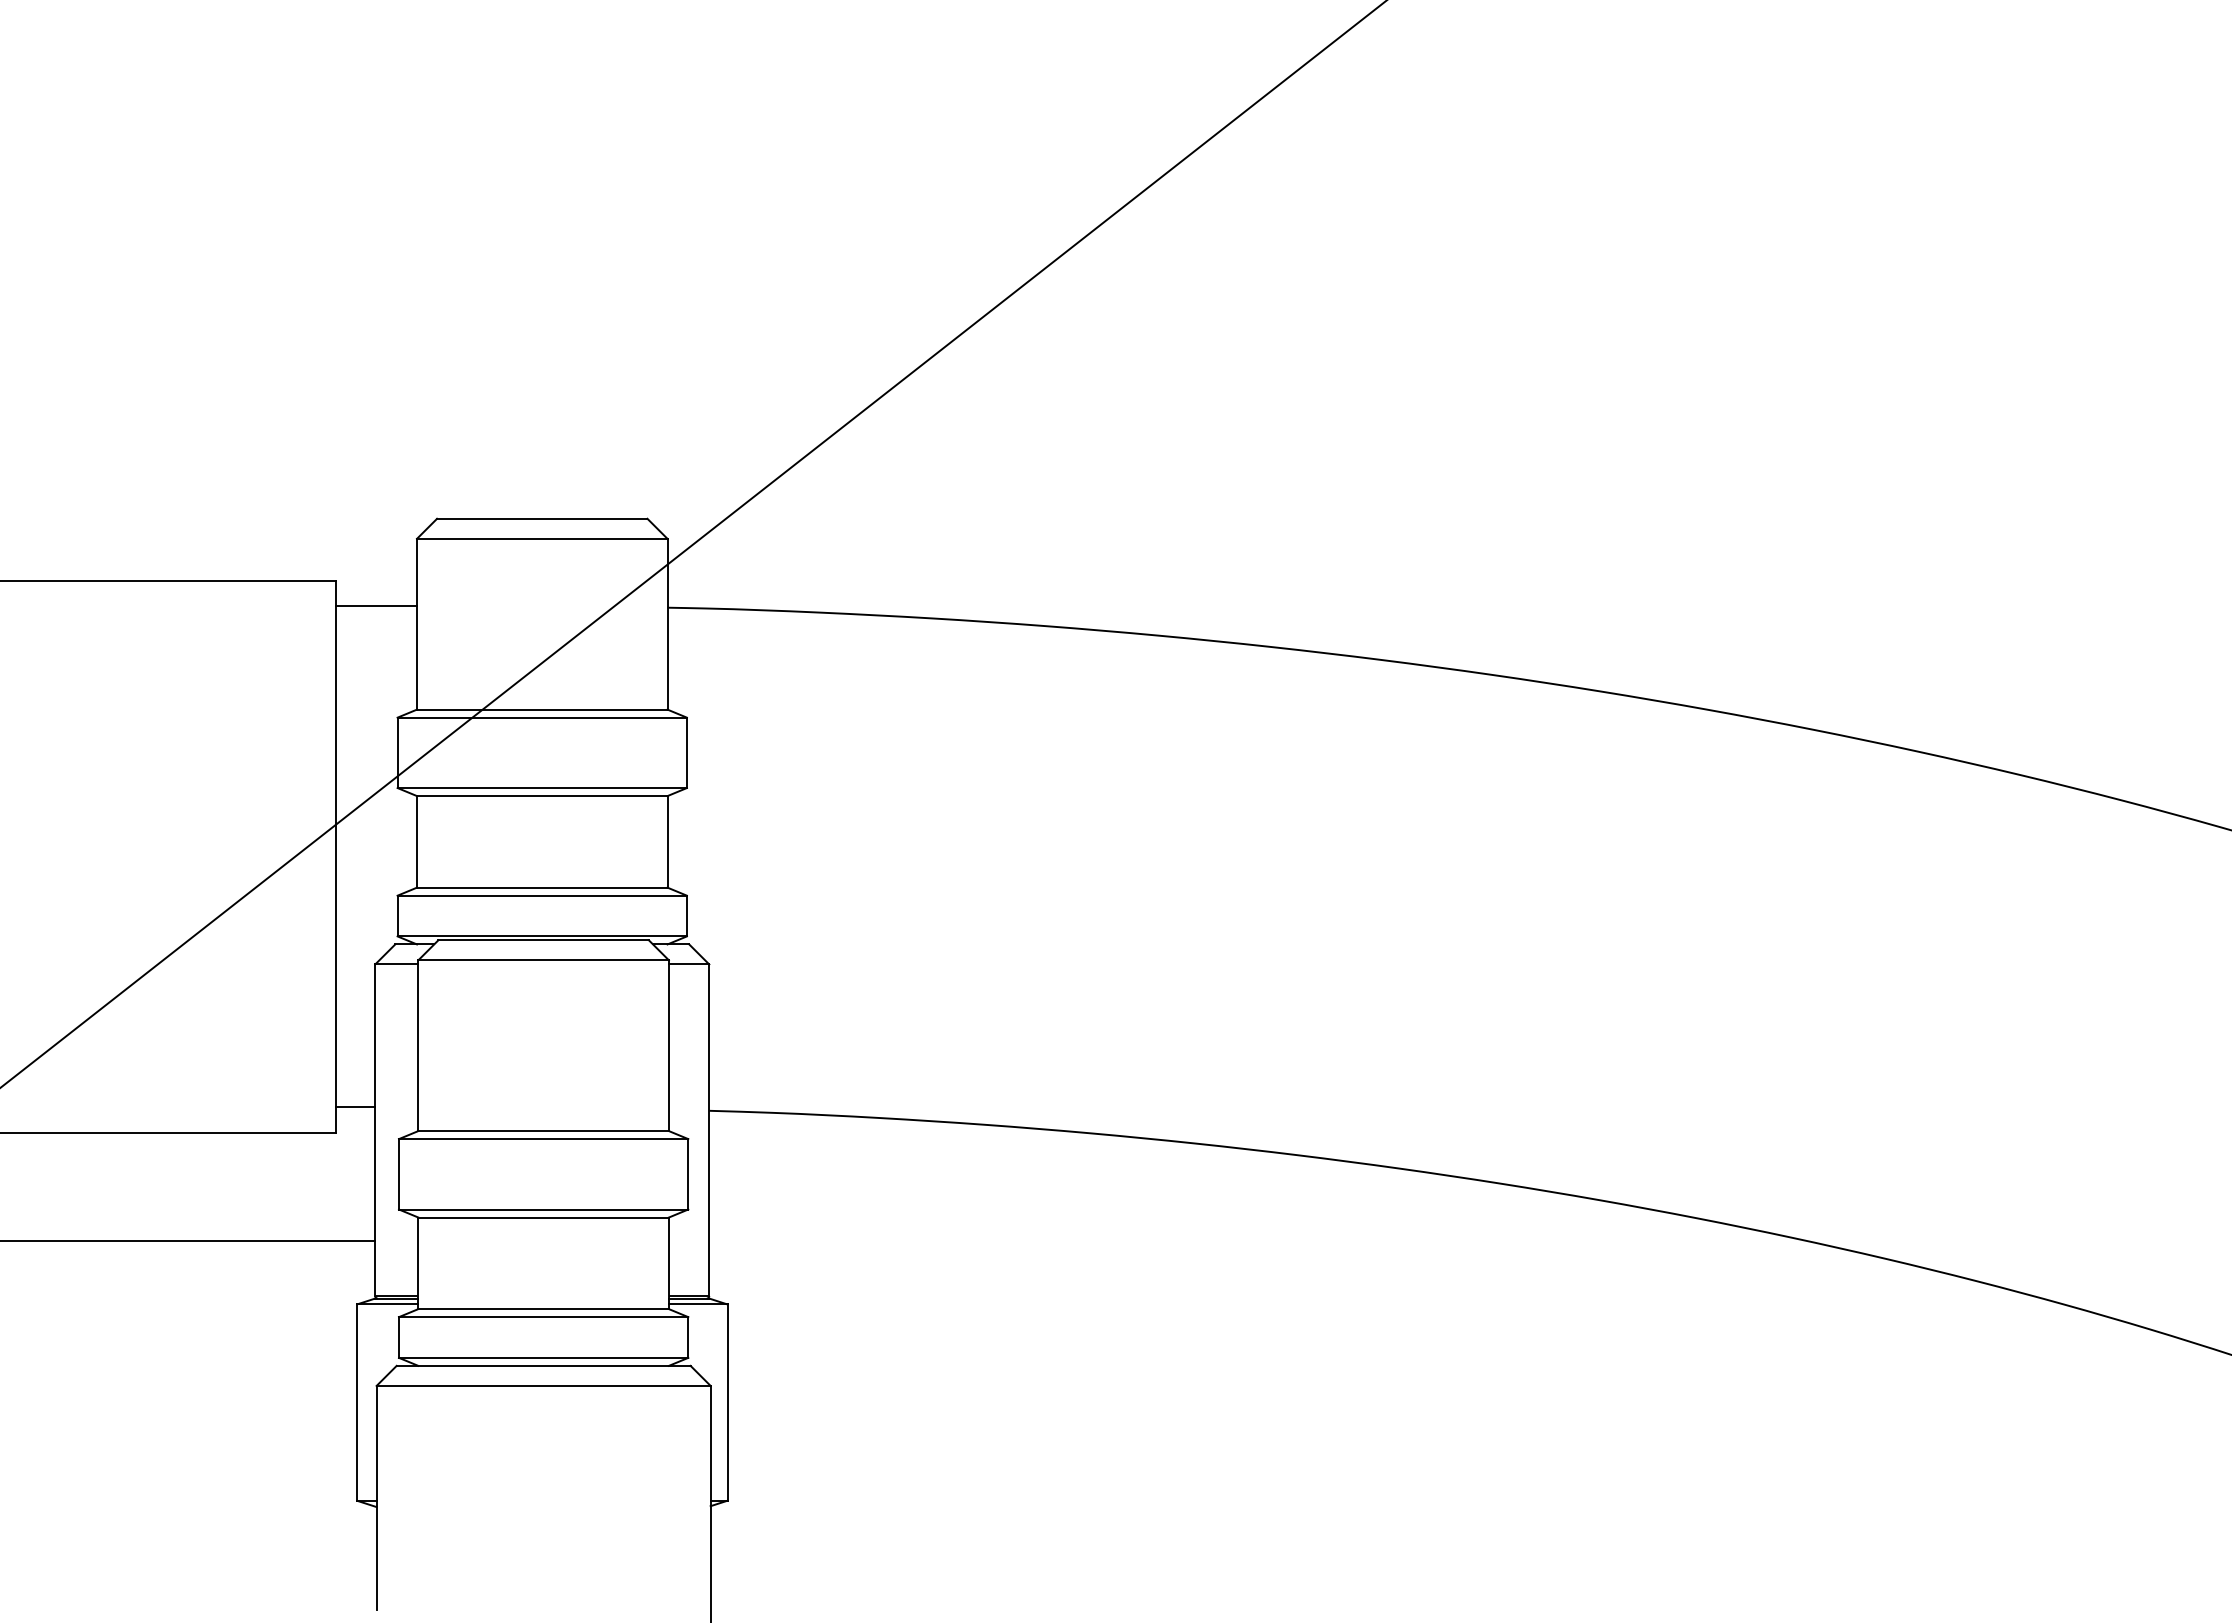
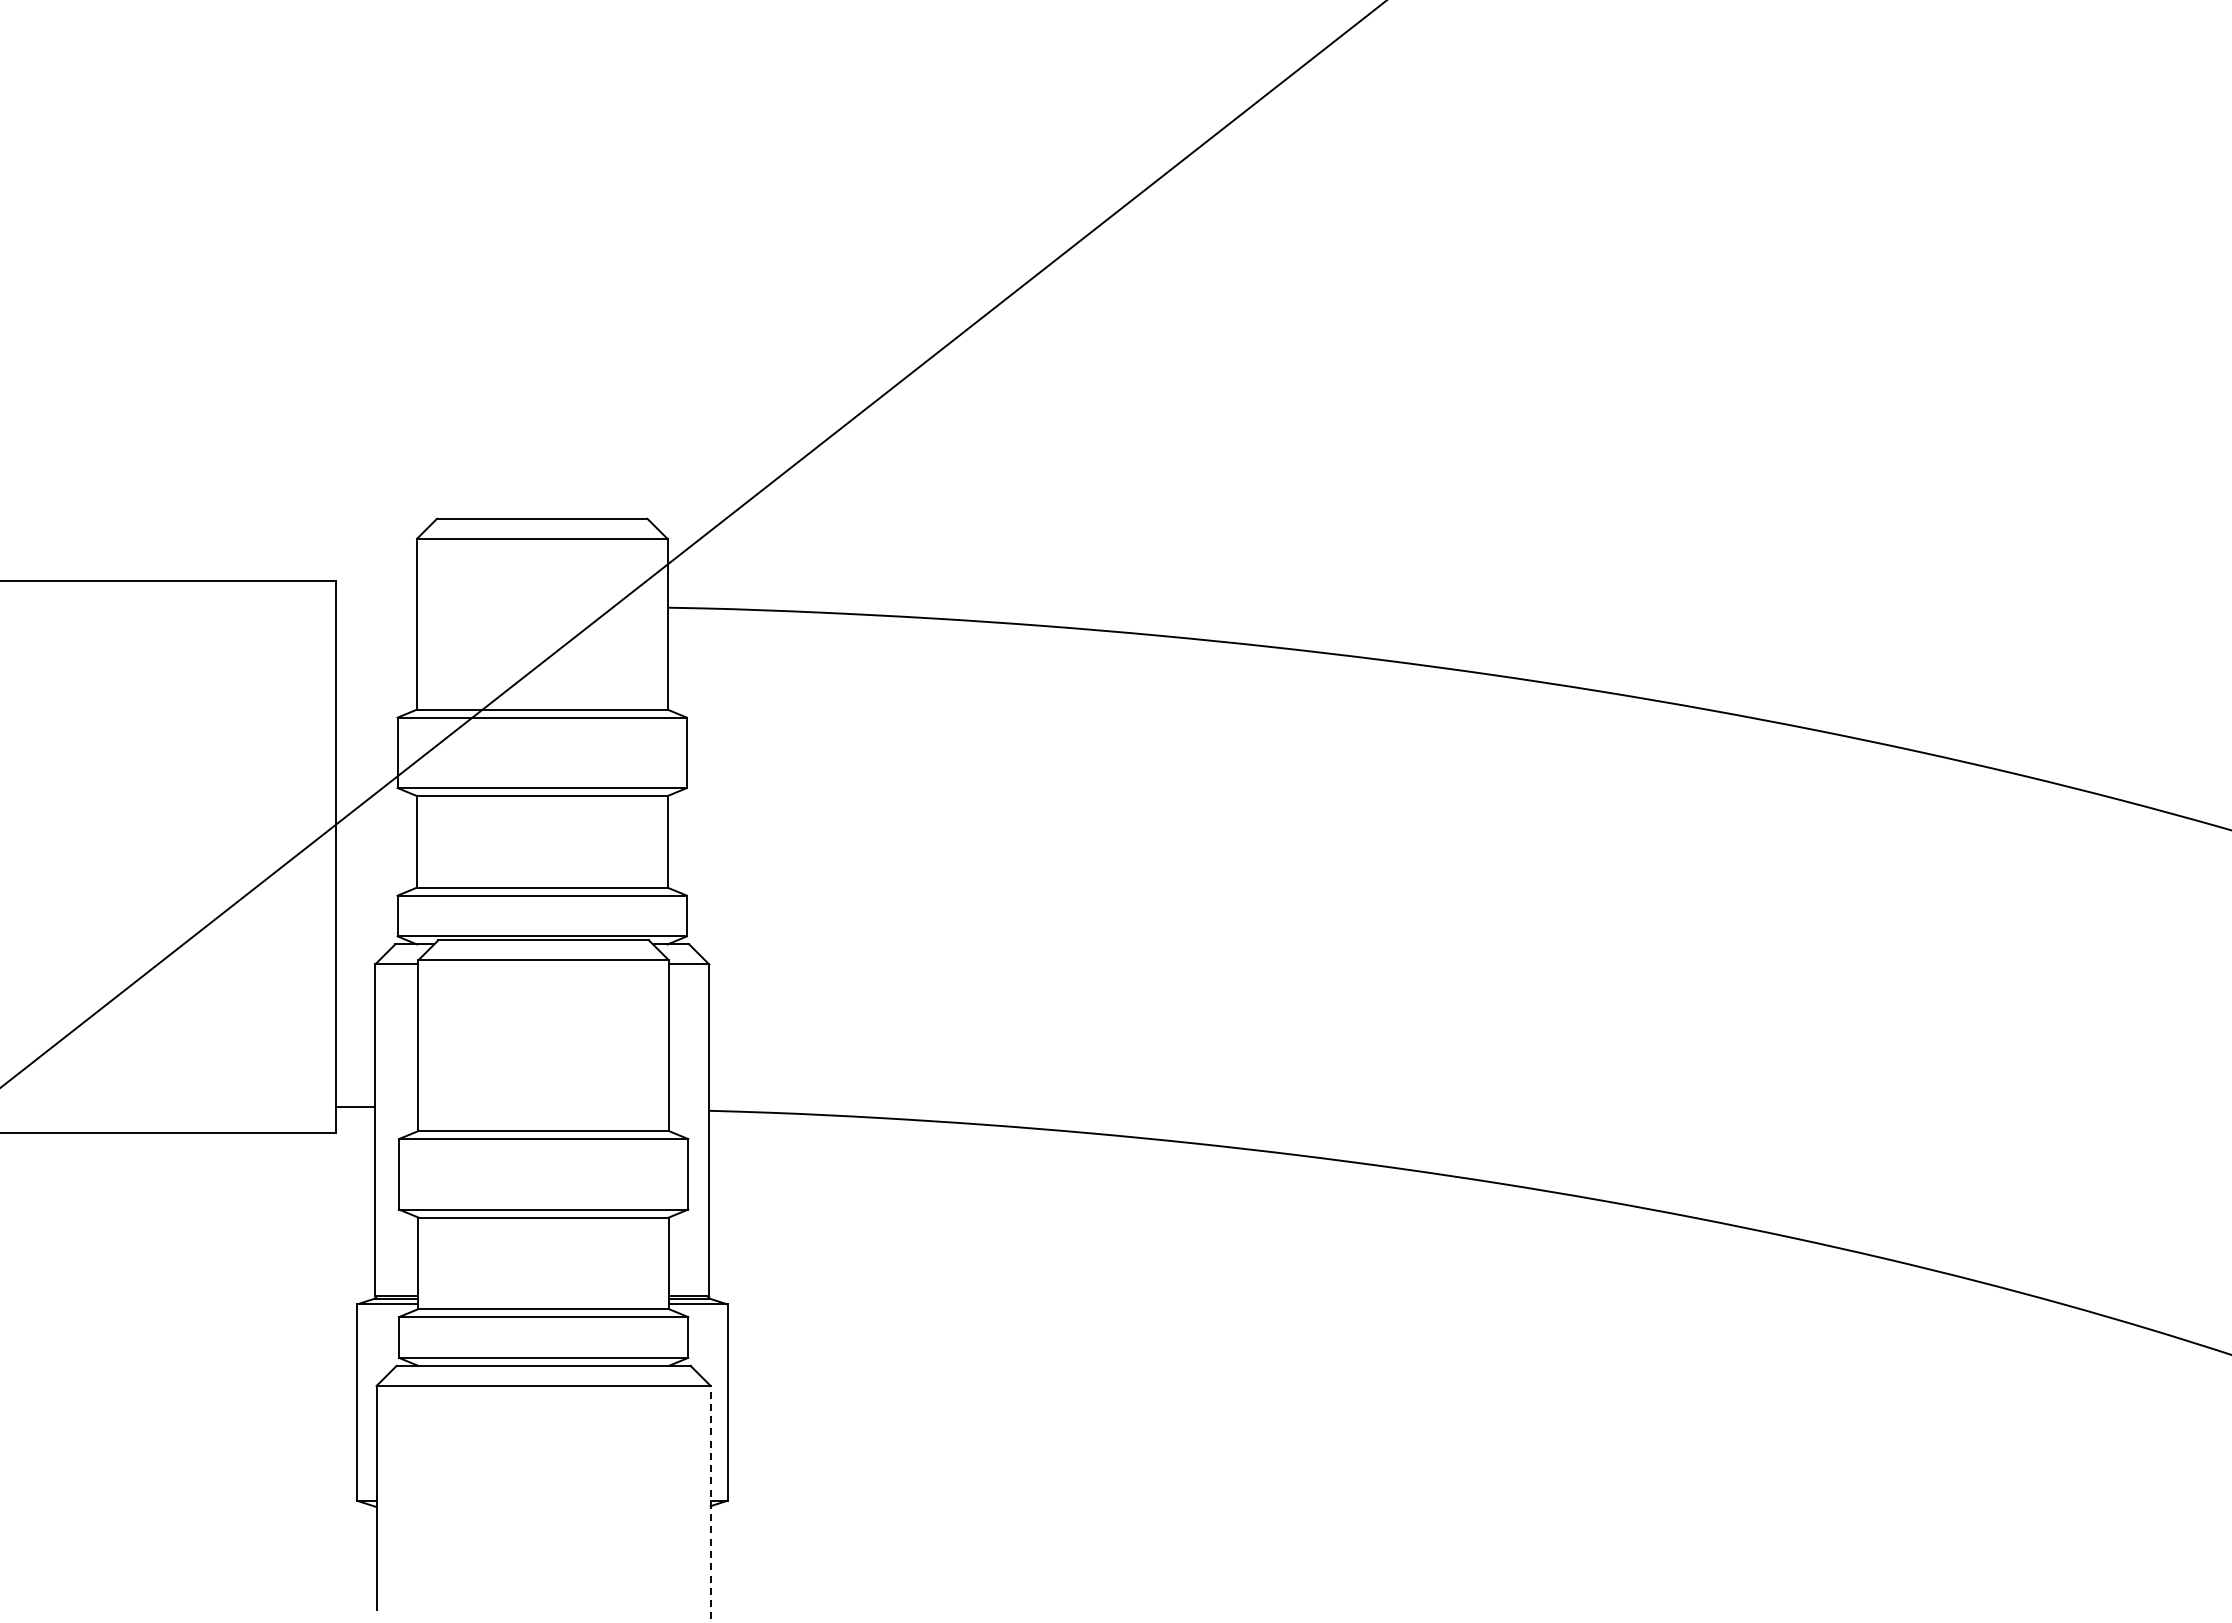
line at (376, 605): present -> none
line at (188, 1241): present -> none
line at (710, 1503): solid -> dashed
